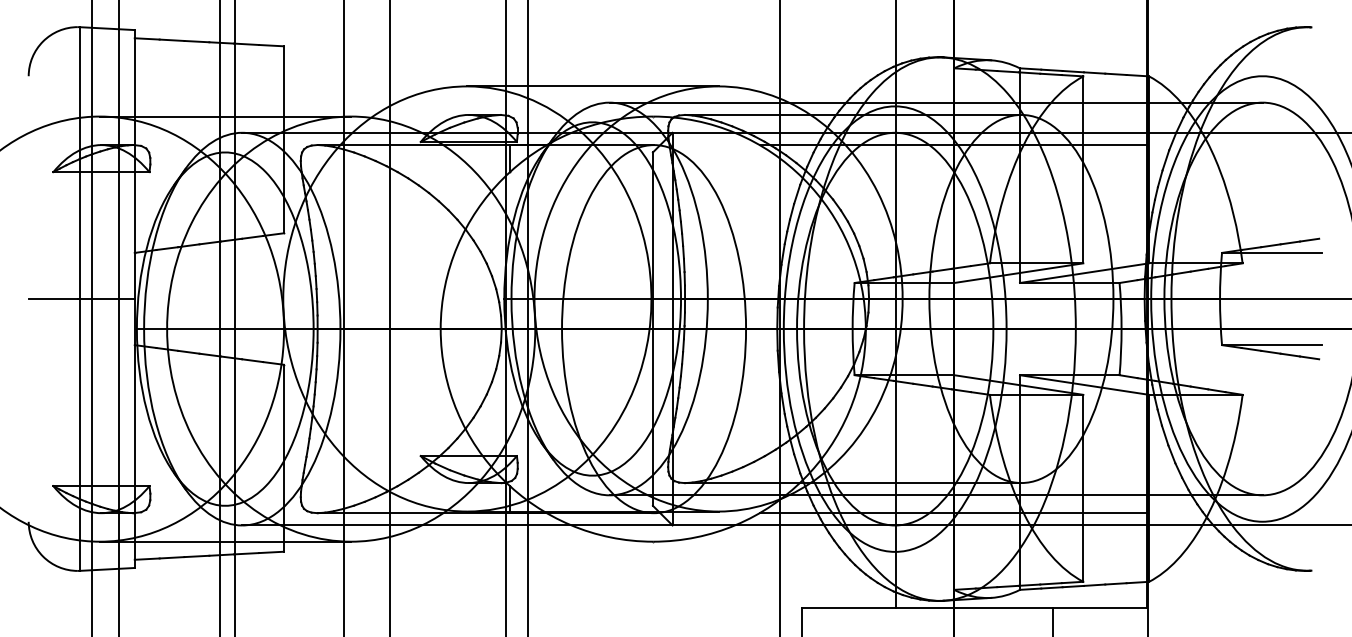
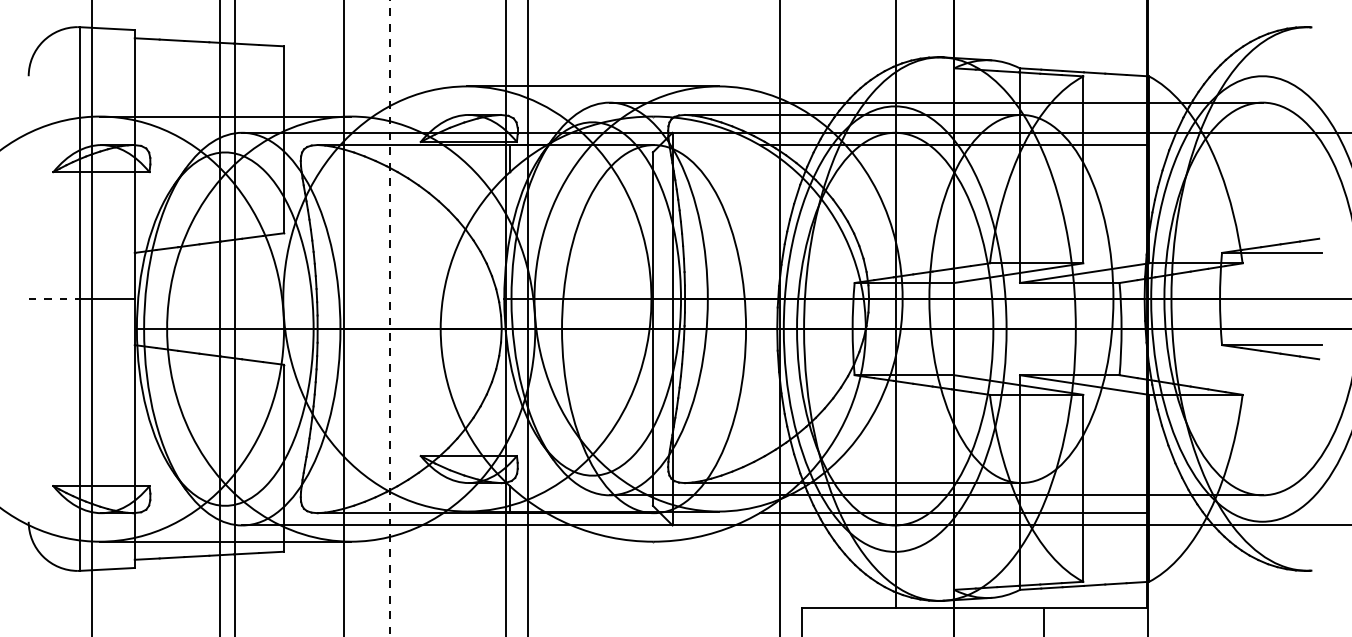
line at (53, 298): solid -> dashed
line at (119, 317): present -> none
line at (389, 318): solid -> dashed
line at (1053, 620) position: (1053, 620) -> (1044, 620)
